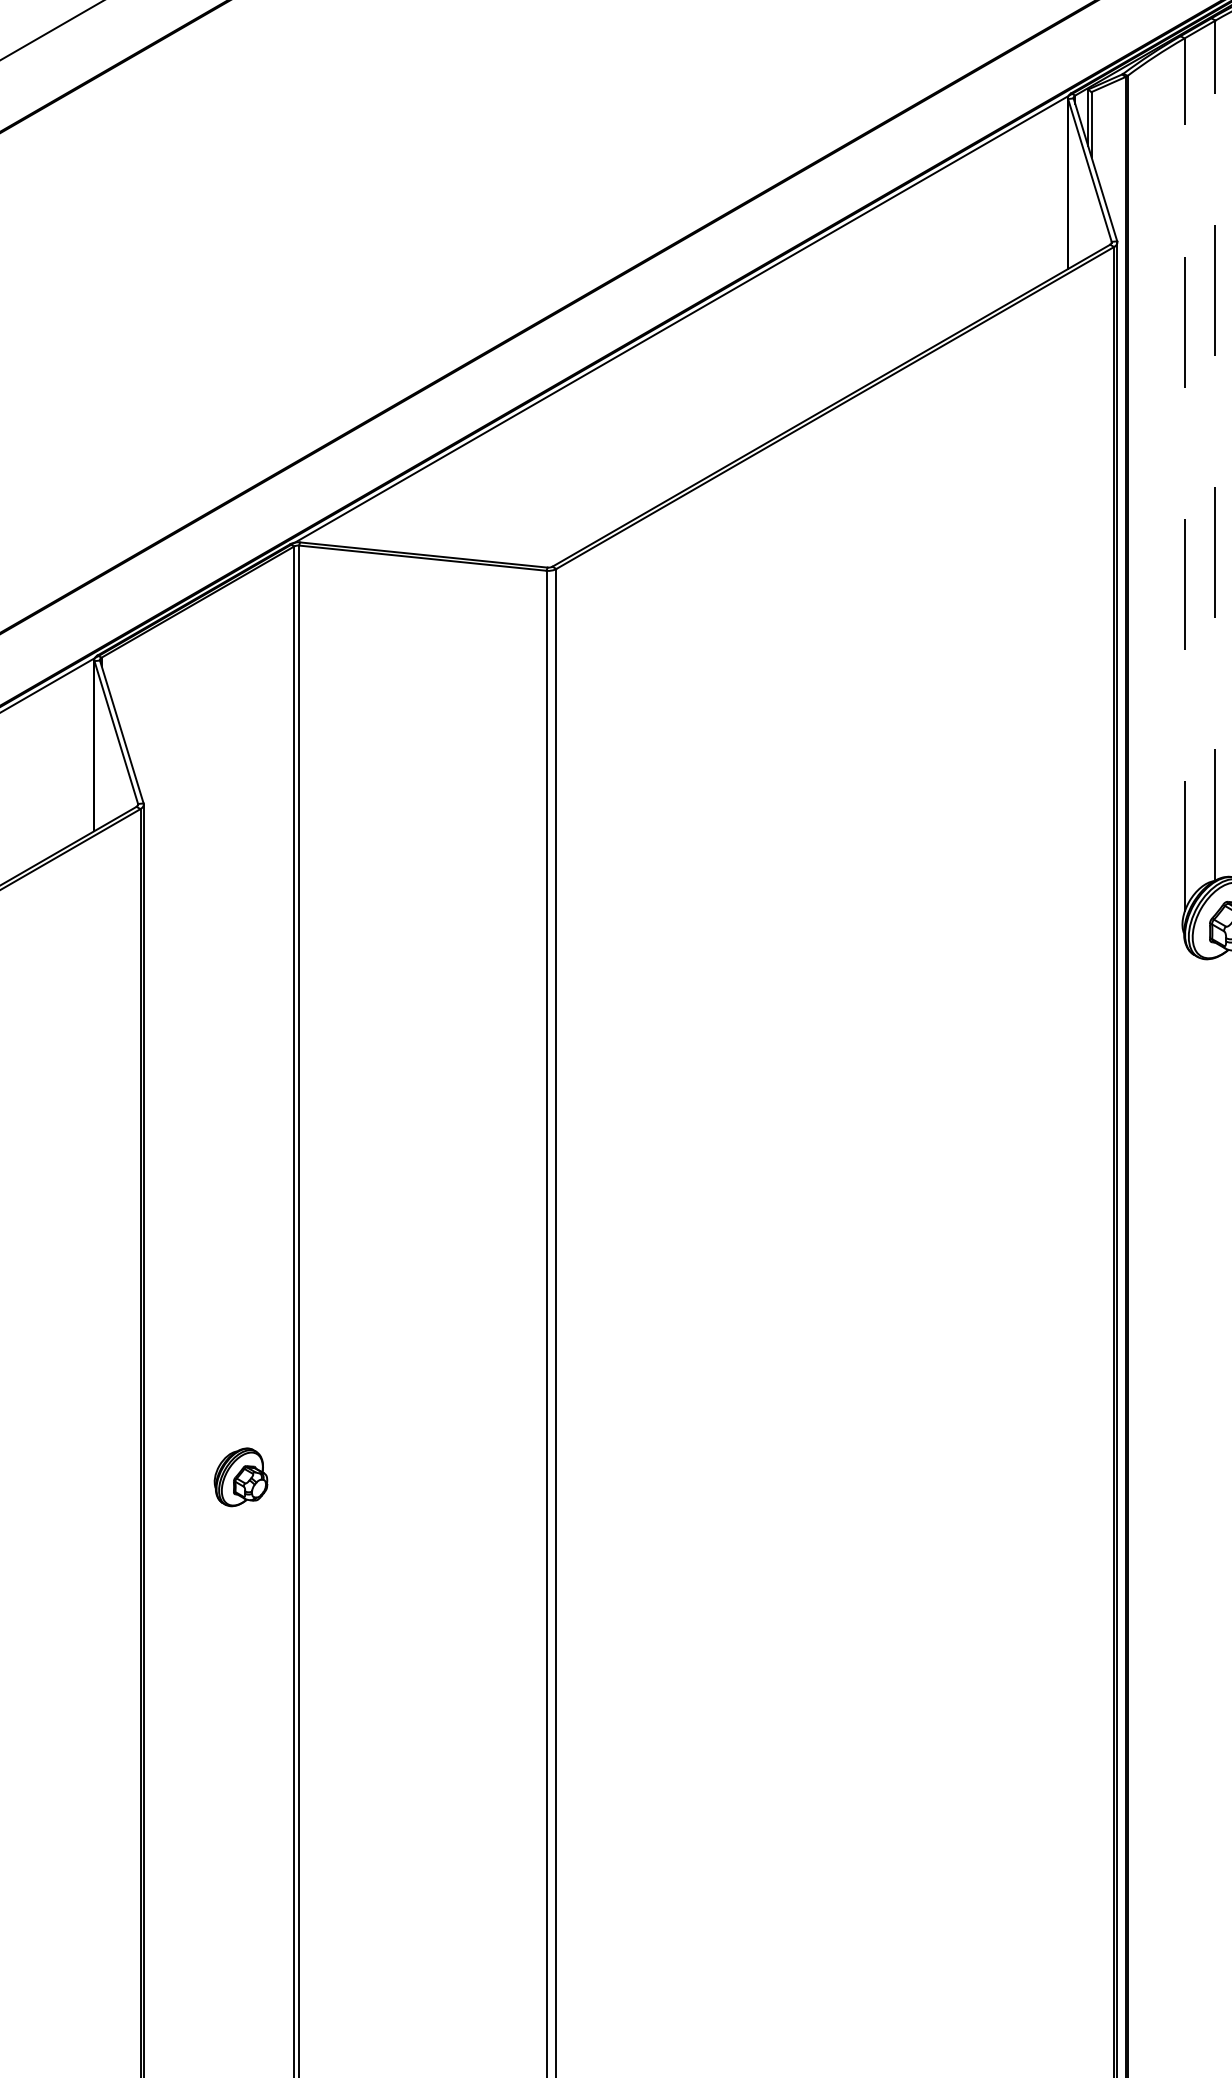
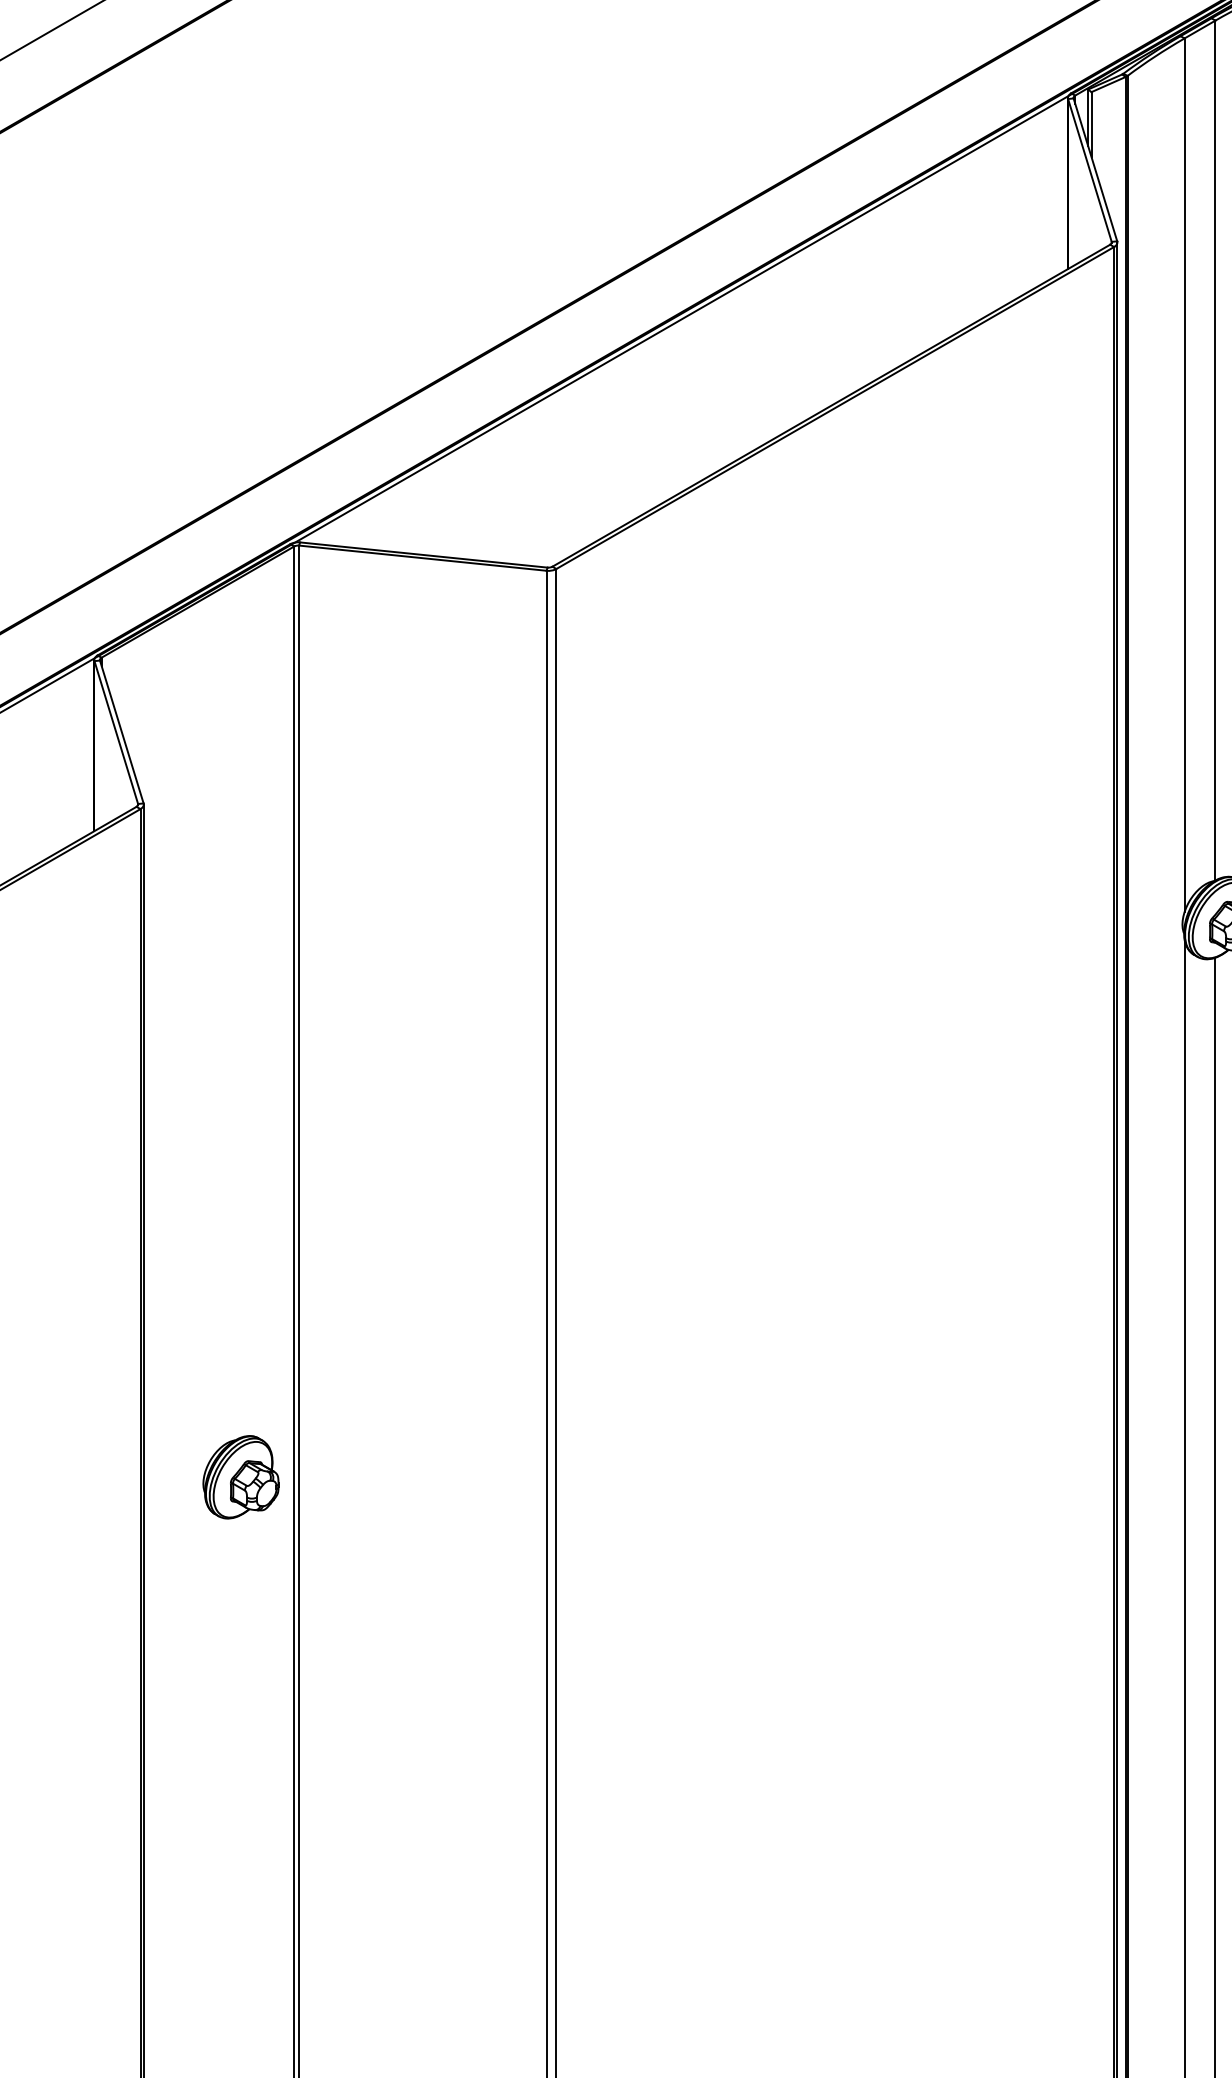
line at (1215, 450): dashed -> solid
line at (1184, 475): dashed -> solid
part at (240, 1477) size: 56x61 px -> 78x85 px
line at (1184, 1506): none -> present
line at (1215, 1515): none -> present
